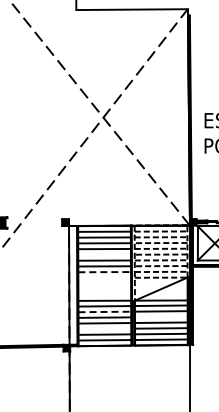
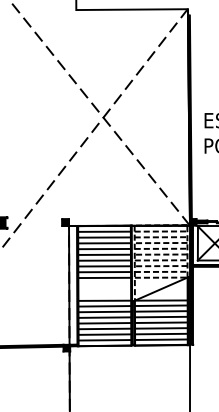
line at (104, 254): none -> present
line at (105, 272): dashed -> solid
line at (104, 277): none -> present
line at (105, 311): dashed -> solid
line at (161, 316): none -> present
line at (104, 328): none -> present
